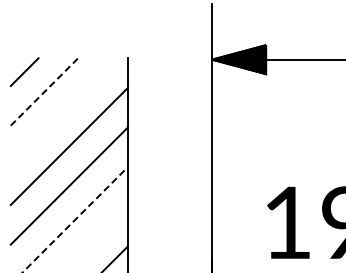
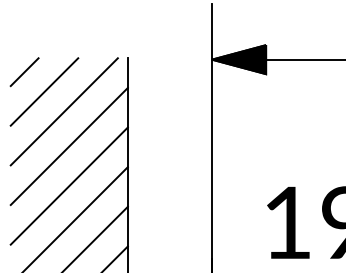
line at (44, 92): dashed -> solid
line at (63, 111): none -> present
line at (75, 219): dashed -> solid
line at (95, 237): none -> present
